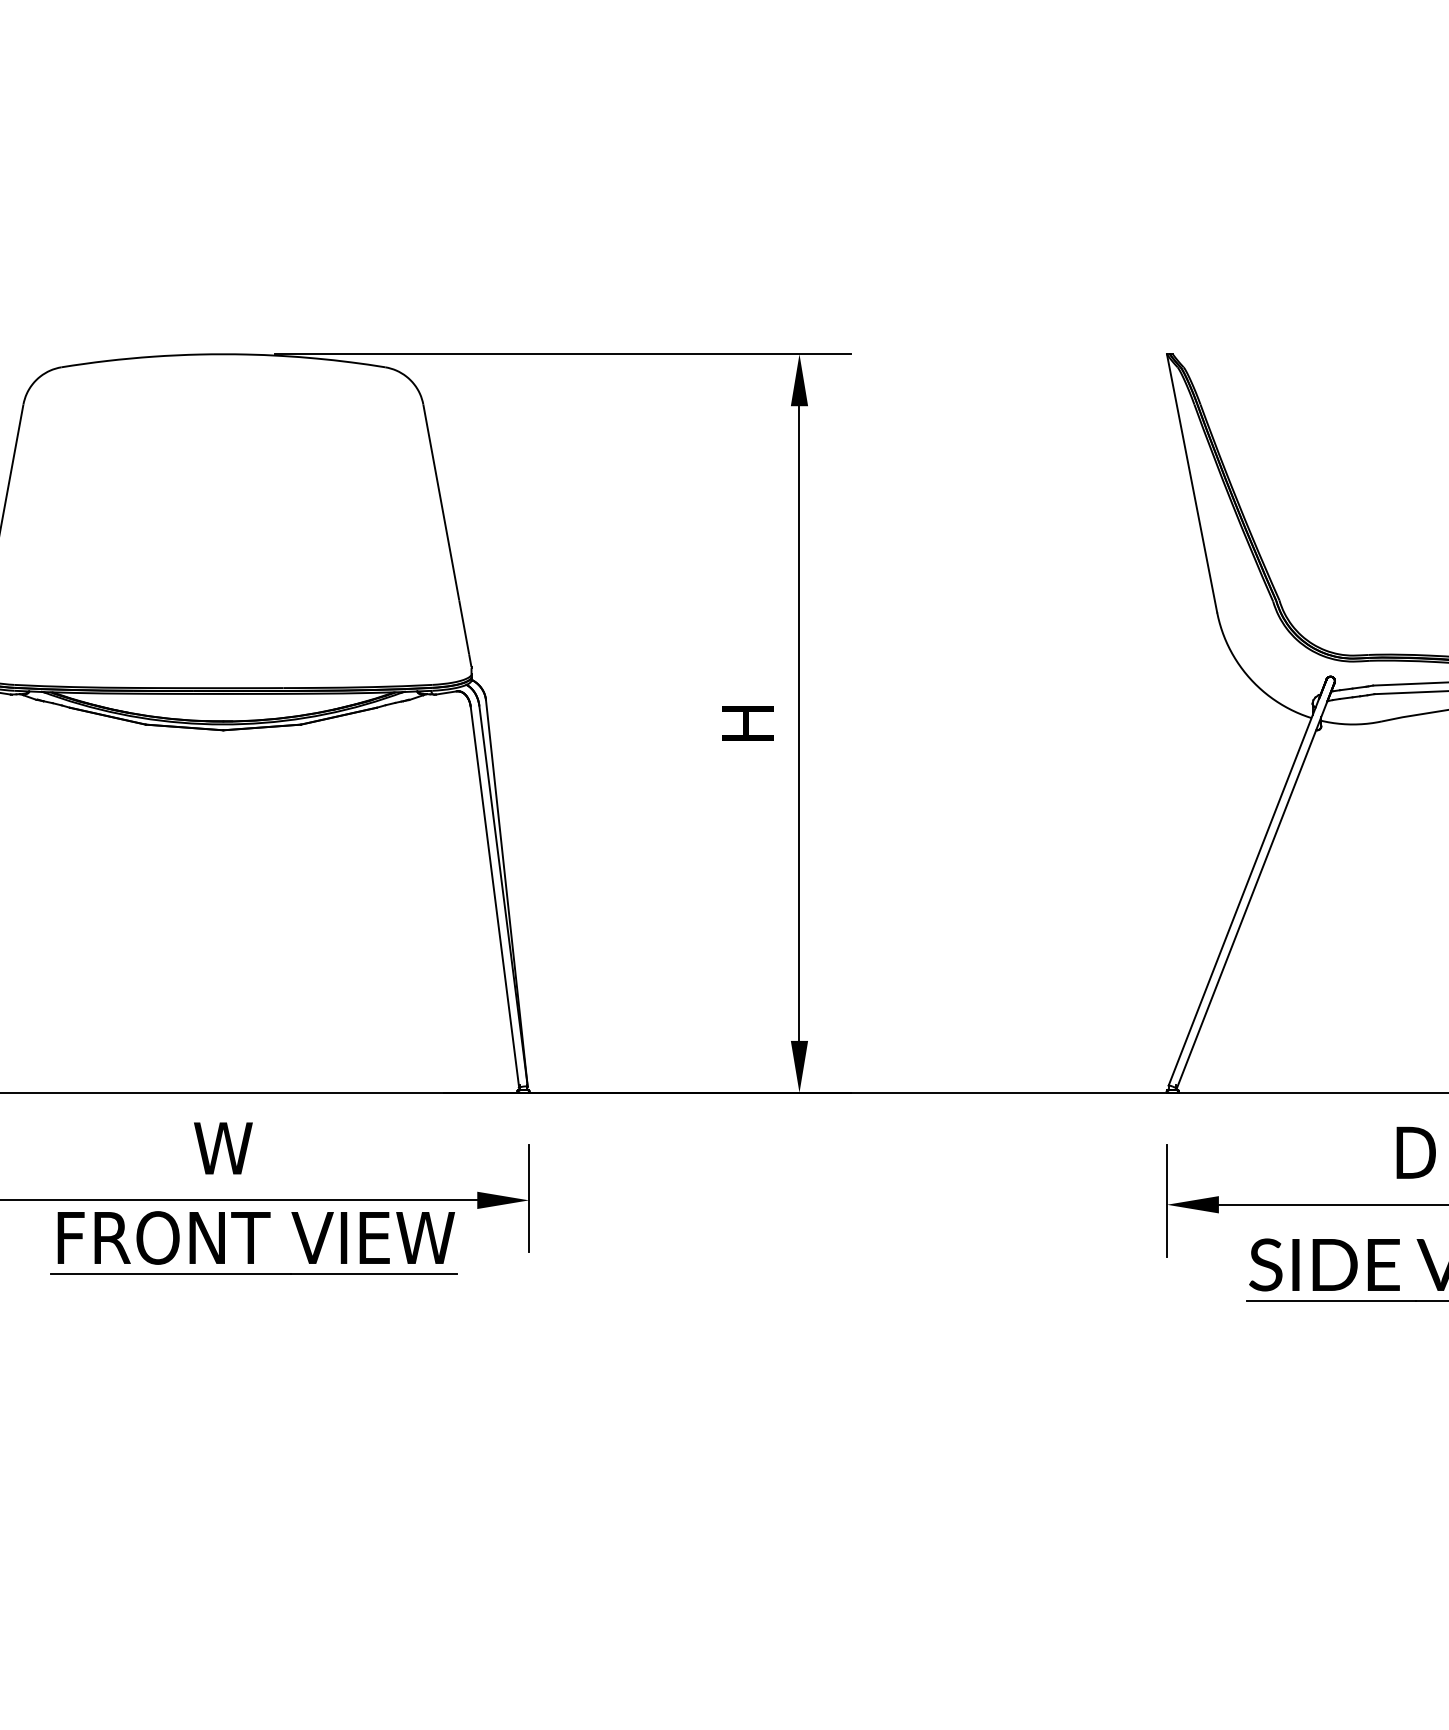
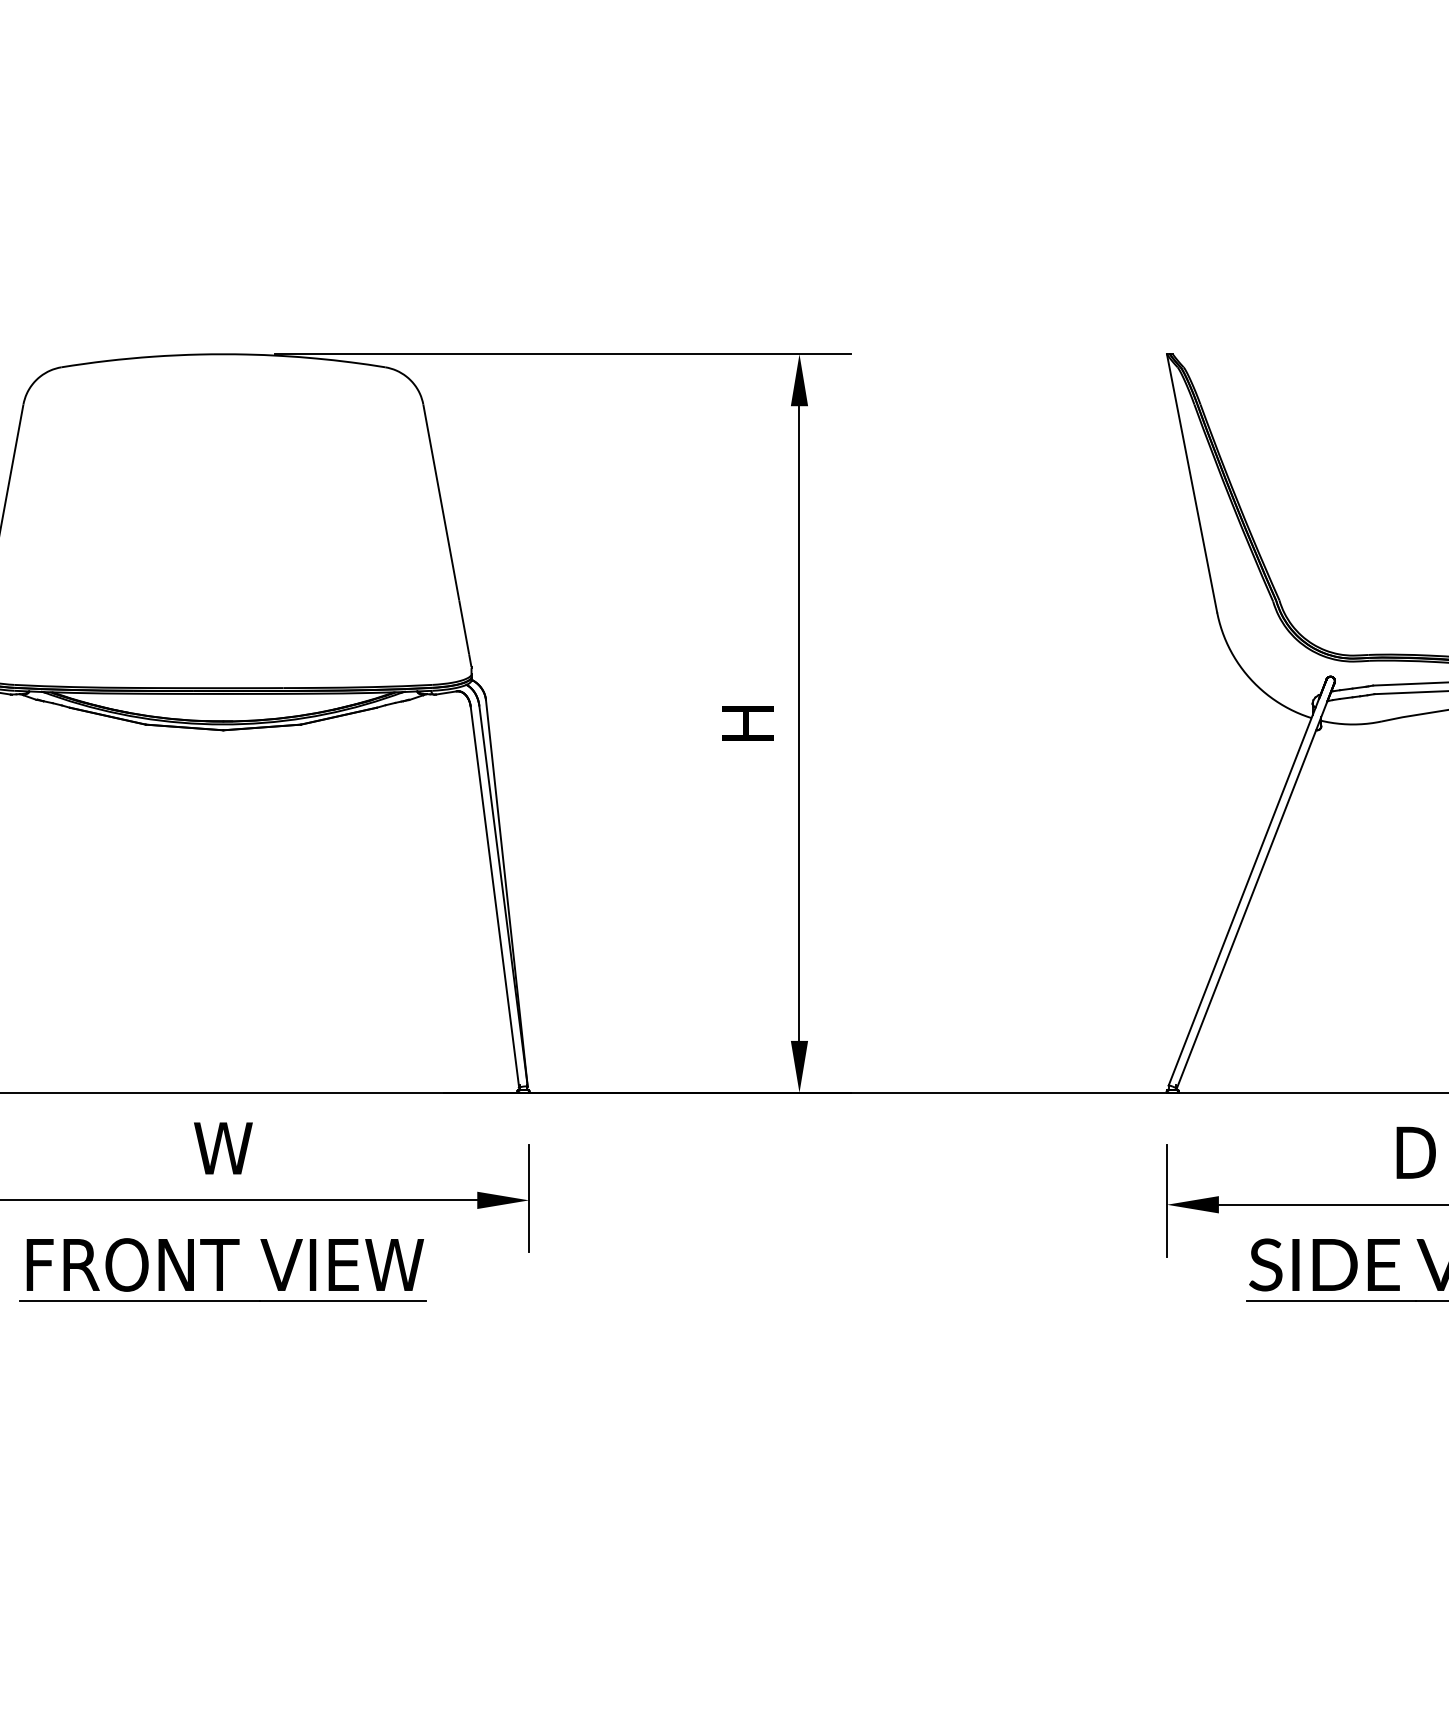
part at (253, 1242) position: (253, 1242) -> (222, 1269)
